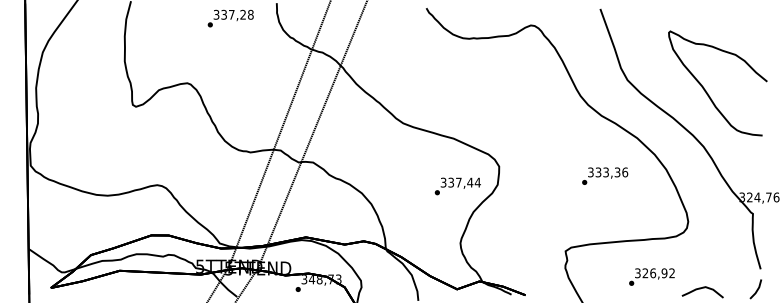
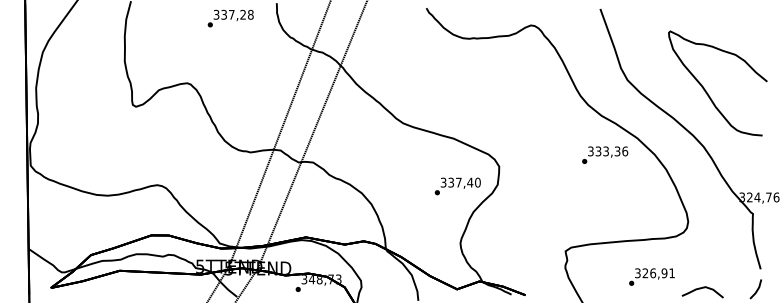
text at (605, 175) position: (605, 175) -> (605, 154)
text at (477, 182): 337,44 -> 337,40
text at (671, 273): 326,92 -> 326,91
